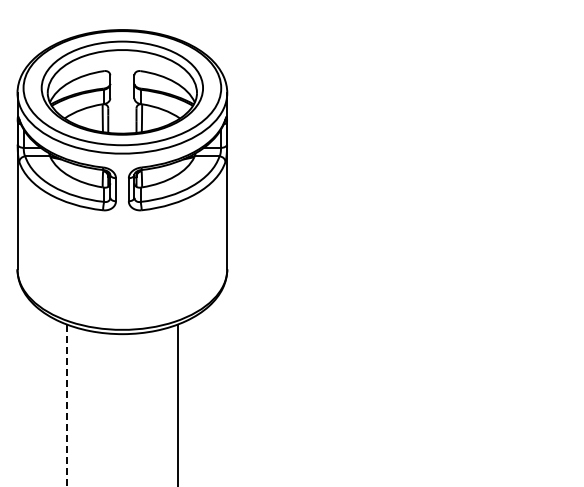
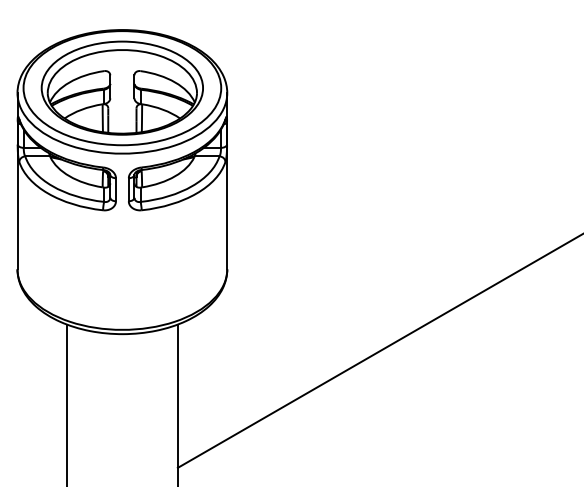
line at (378, 351): none -> present
line at (66, 406): dashed -> solid
